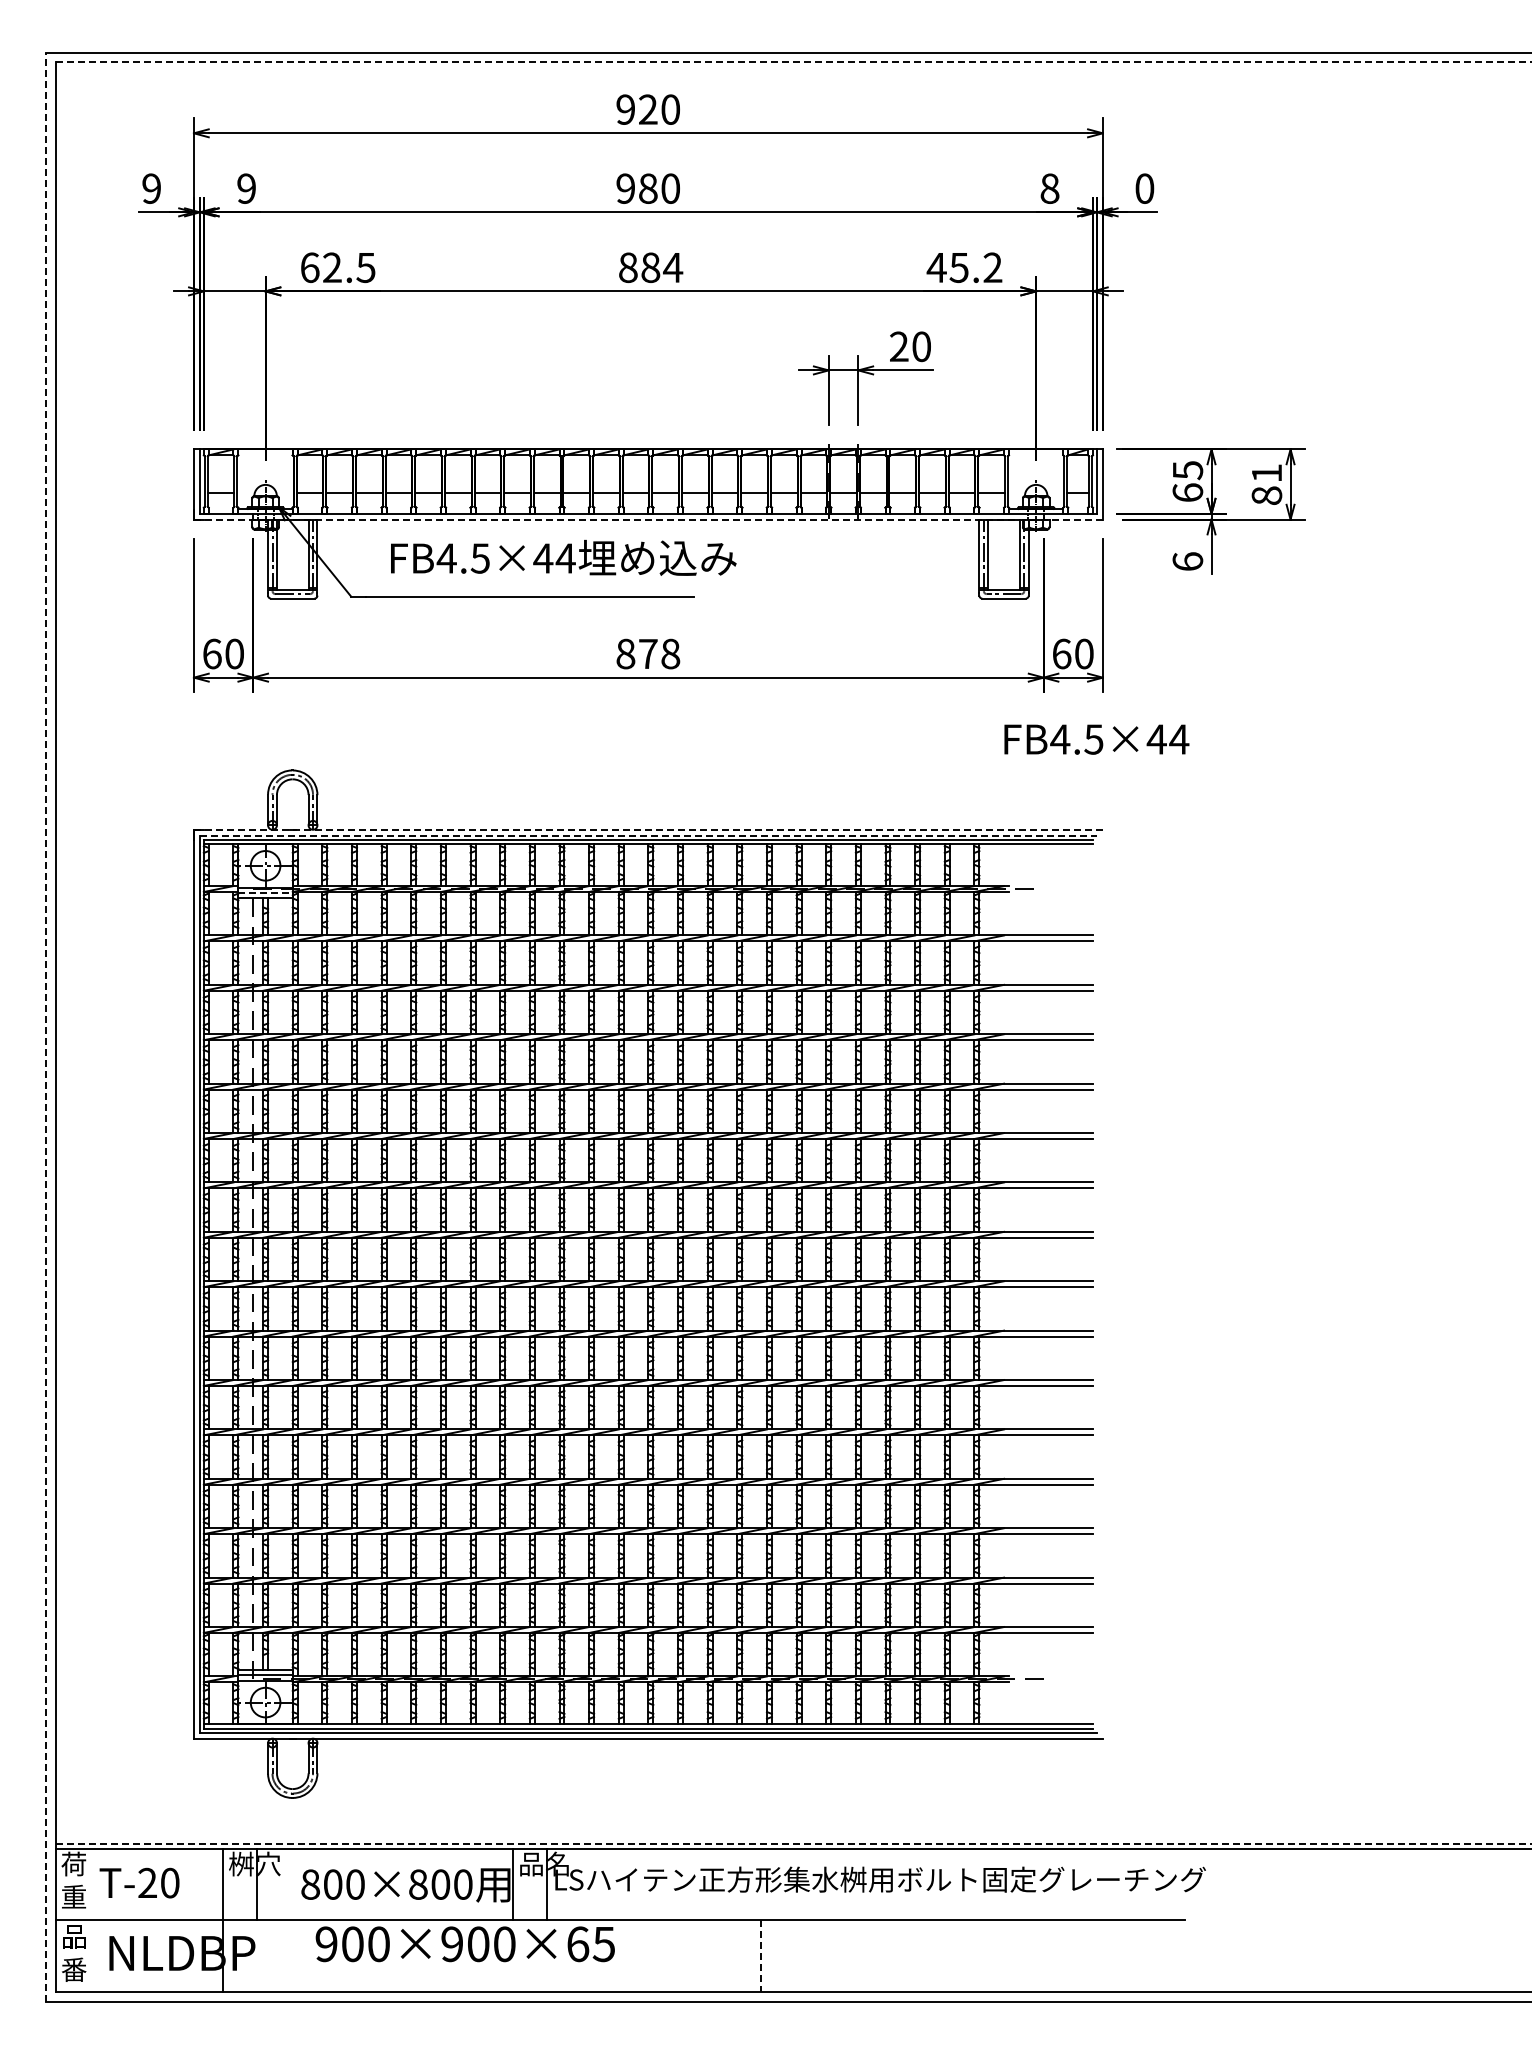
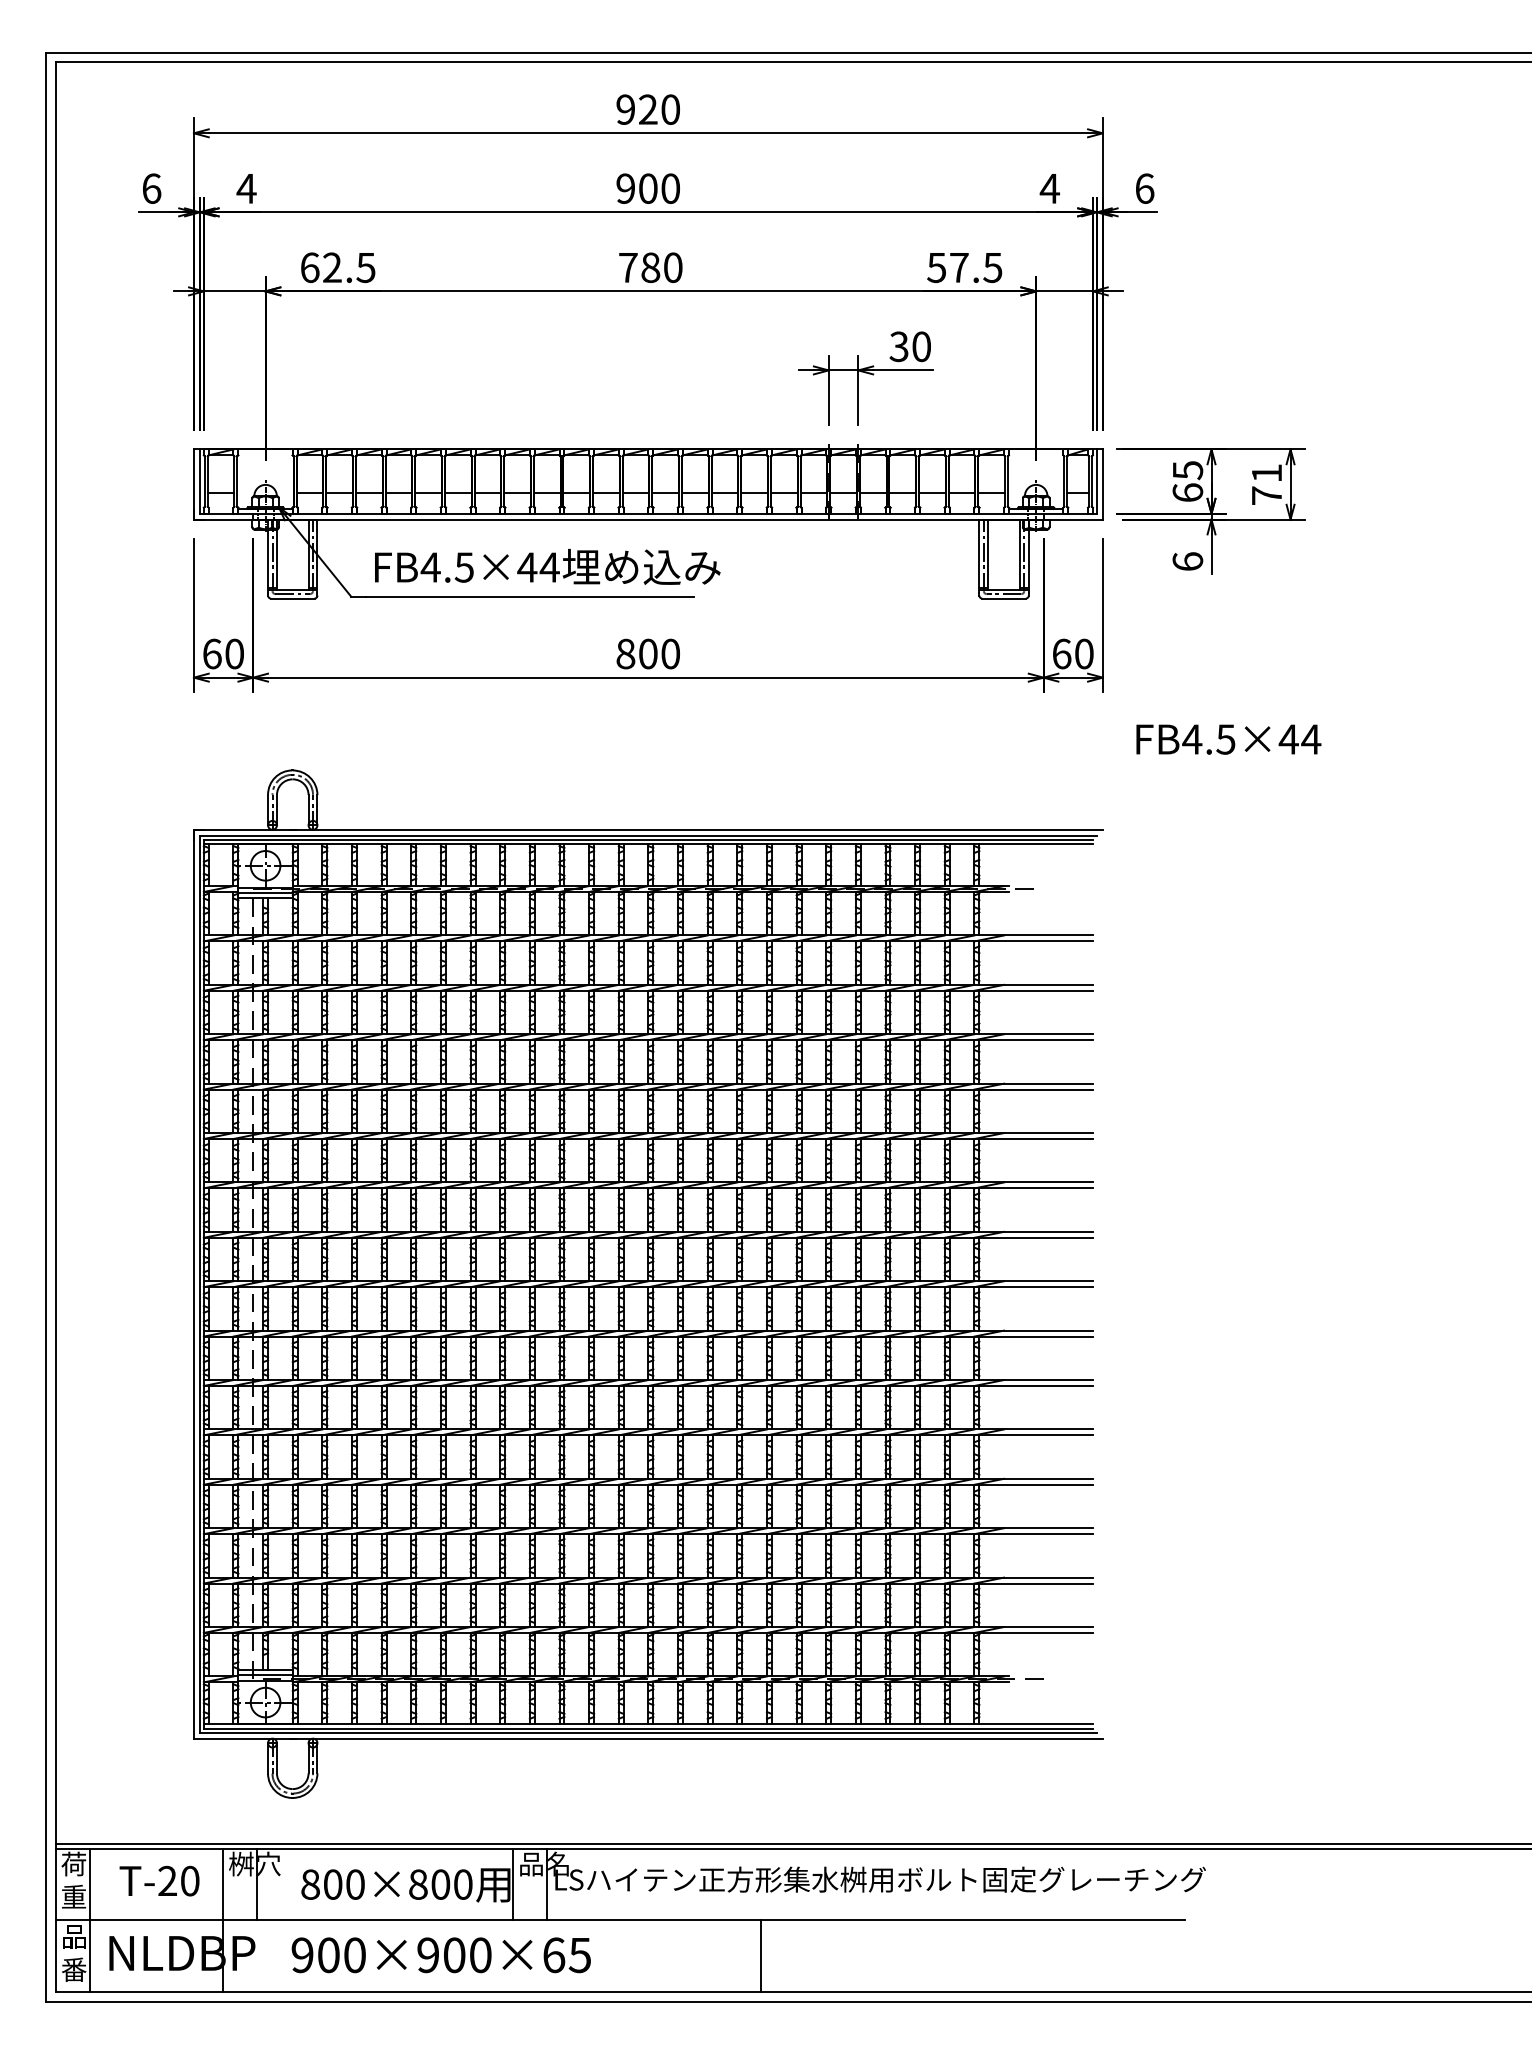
line at (793, 61): dashed -> solid
text at (151, 188): 9 -> 6
text at (246, 188): 9 -> 4
text at (648, 188): 980 -> 900
text at (1049, 188): 8 -> 4
text at (1144, 188): 0 -> 6
text at (651, 267): 884 -> 780
text at (964, 267): 45.2 -> 57.5
text at (898, 347): 20 -> 30
text at (1266, 495): 81 -> 71
line at (648, 519): dashed -> solid
text at (563, 557) position: (563, 557) -> (547, 566)
text at (659, 653): 878 -> 800
text at (1096, 739) position: (1096, 739) -> (1228, 739)
line at (648, 829): dashed -> solid
line at (648, 835): dashed -> solid
line at (266, 893): dashed -> solid
line at (45, 1027): dashed -> solid
line at (793, 1843): dashed -> solid
text at (139, 1882) position: (139, 1882) -> (159, 1880)
line at (90, 1920): none -> present
text at (464, 1944) position: (464, 1944) -> (440, 1955)
line at (760, 1956): dashed -> solid
